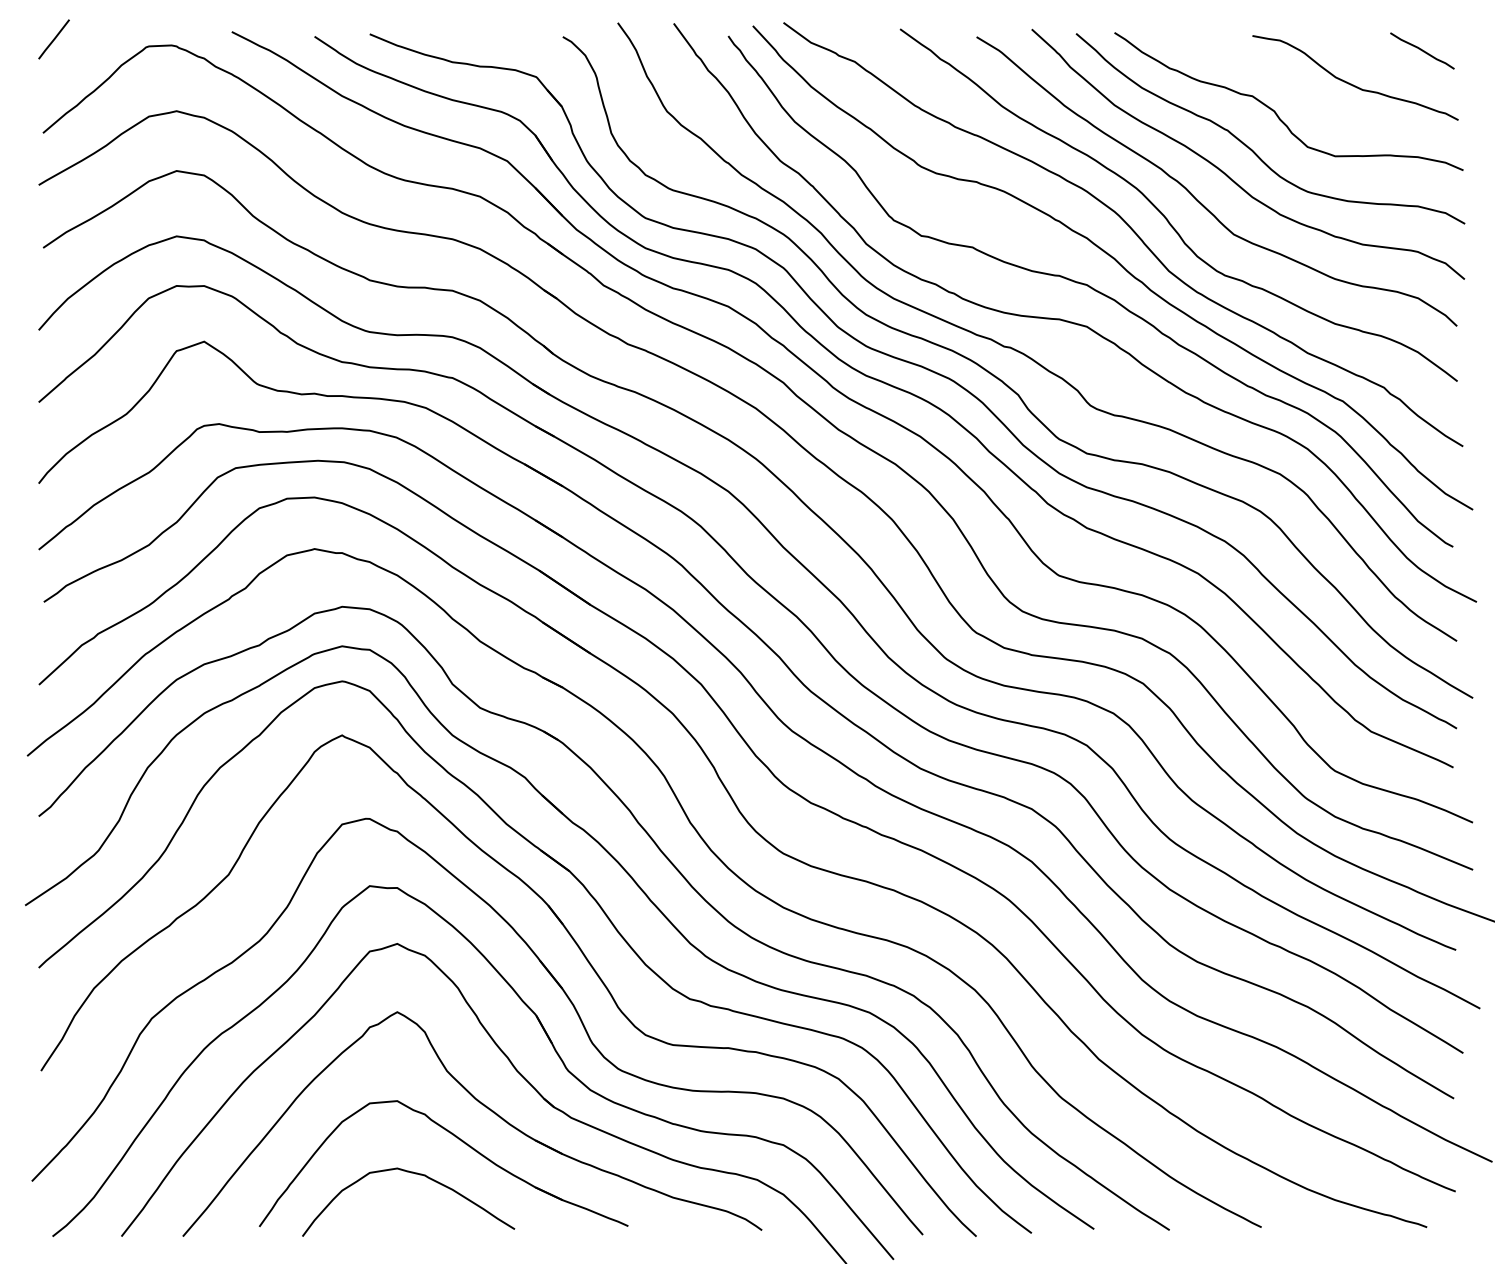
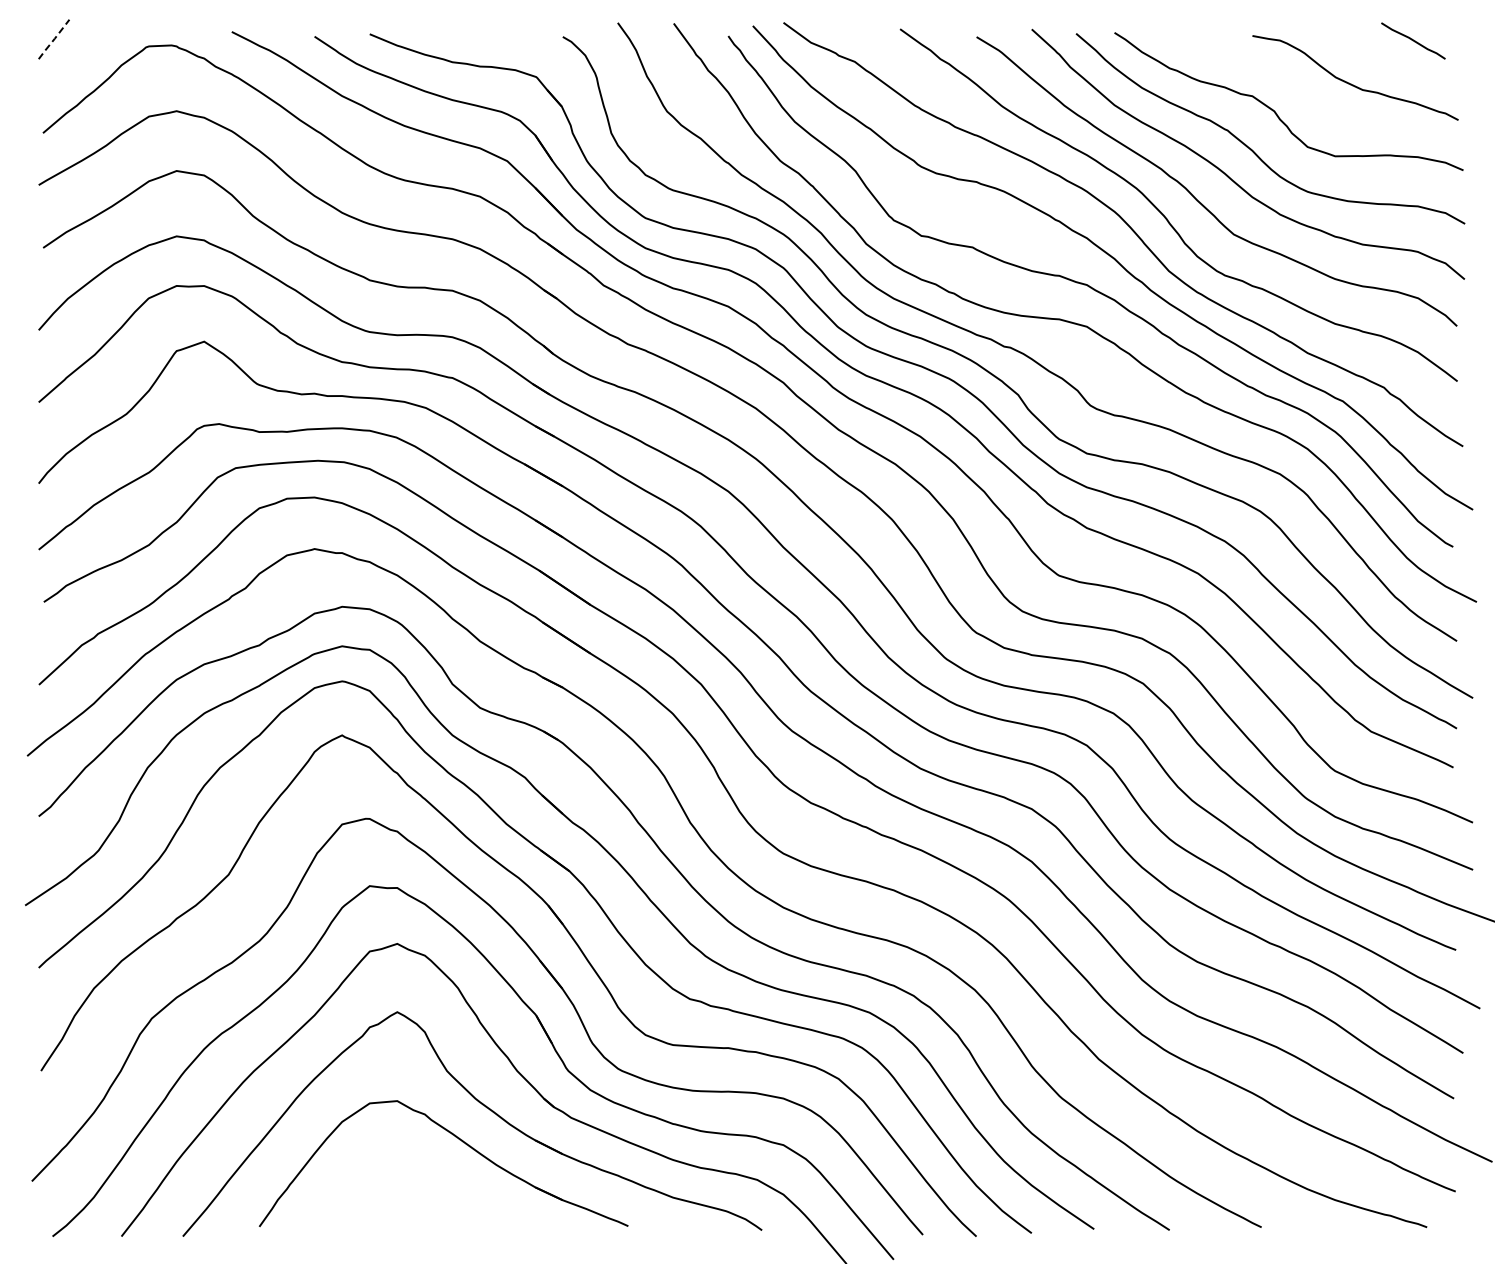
line at (54, 38): solid -> dashed
line at (1422, 50) position: (1422, 50) -> (1413, 40)
curve at (415, 1174): present -> none
